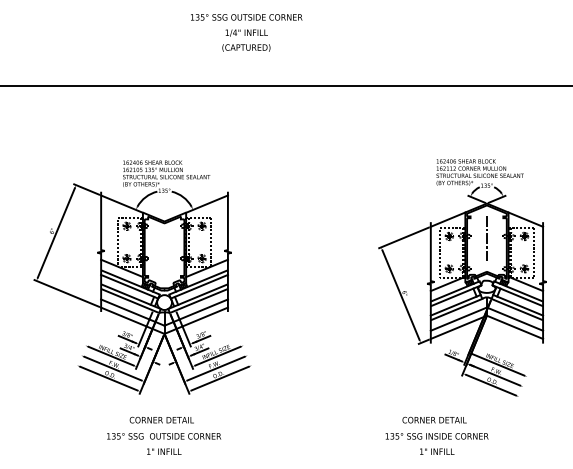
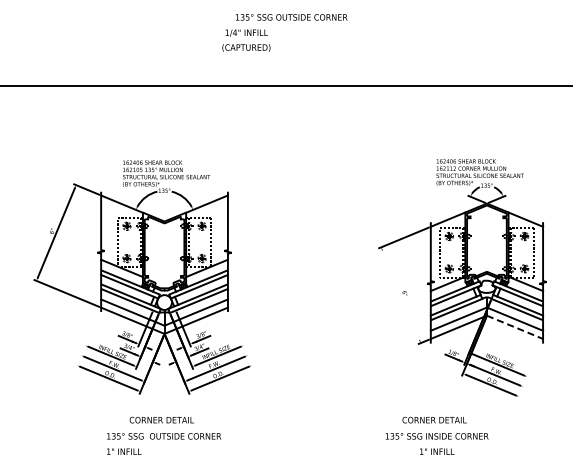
text at (246, 17) position: (246, 17) -> (291, 17)
line at (486, 239): present -> none
line at (400, 294): present -> none
line at (515, 327): solid -> dashed
text at (164, 451) position: (164, 451) -> (124, 451)
